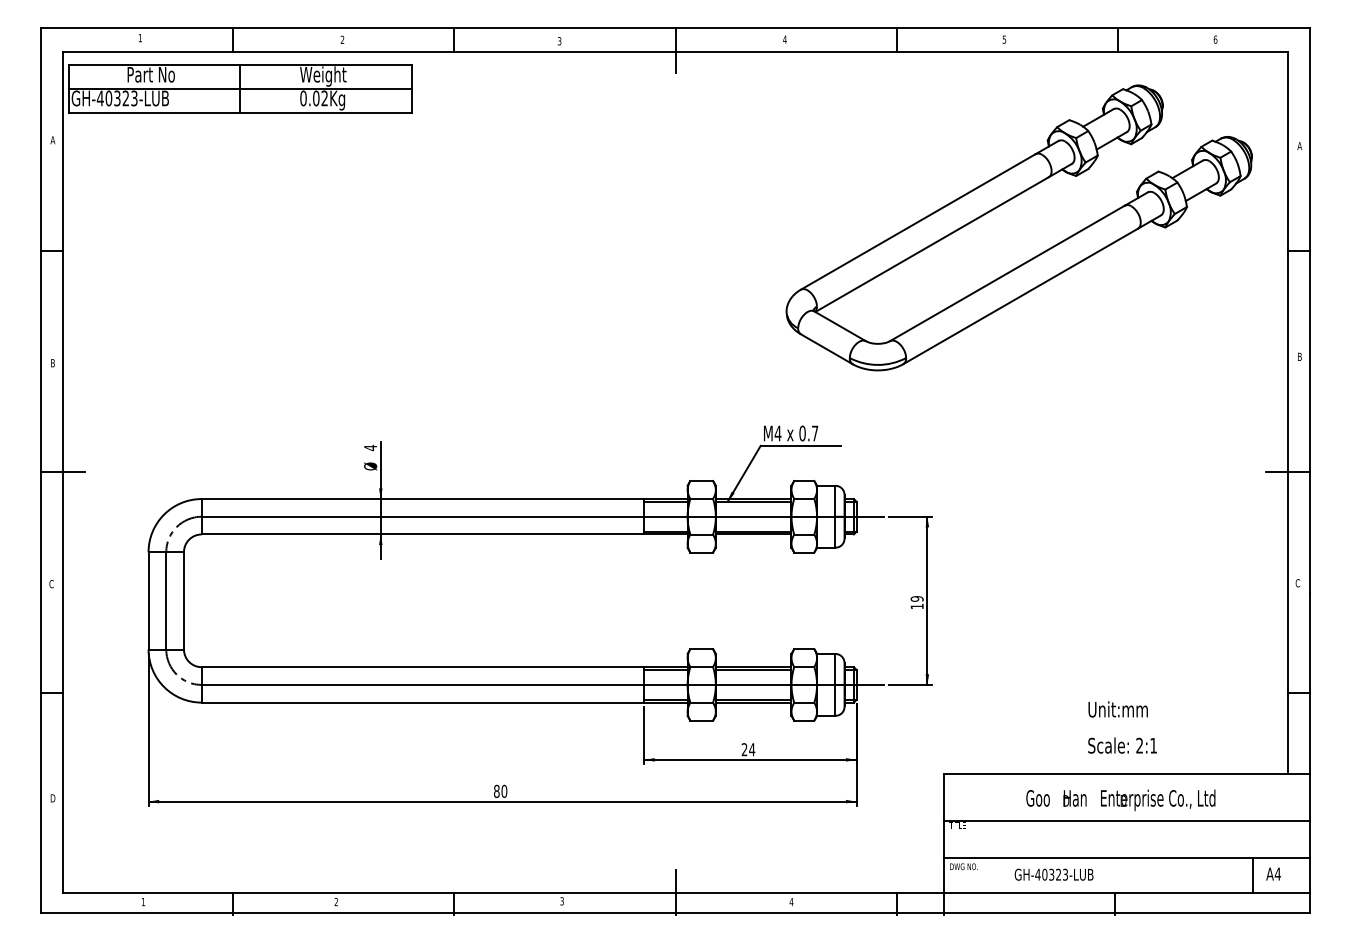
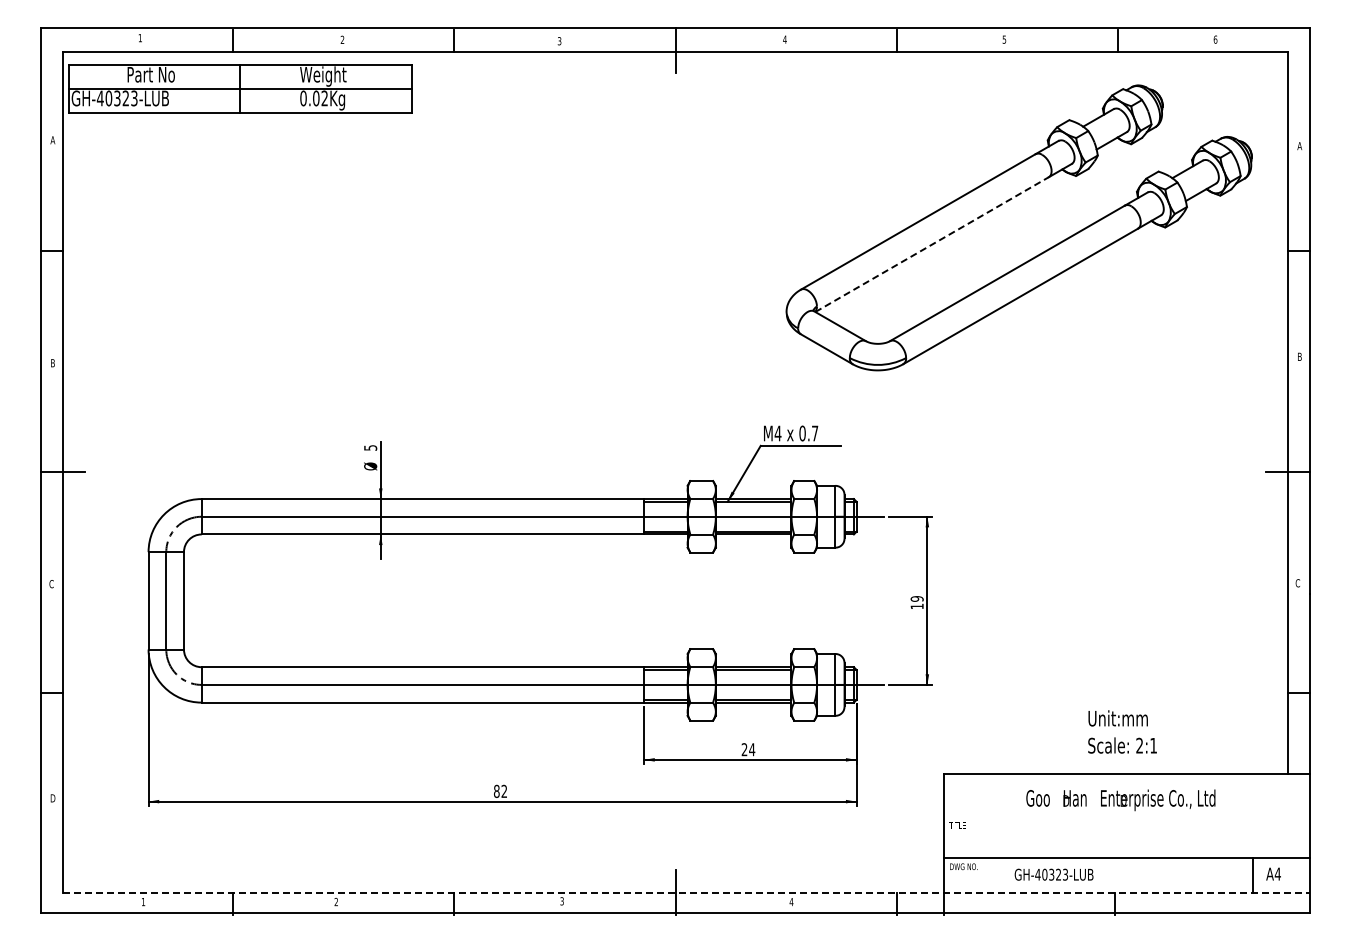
line at (932, 244): solid -> dashed
text at (370, 447): 4 -> 5
text at (1117, 709) position: (1117, 709) -> (1117, 718)
text at (504, 790): 80 -> 82
line at (1127, 820): present -> none
line at (686, 892): solid -> dashed
